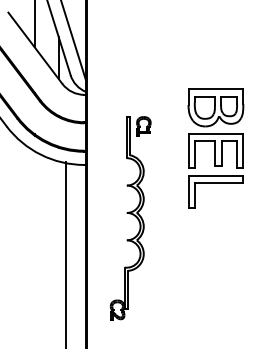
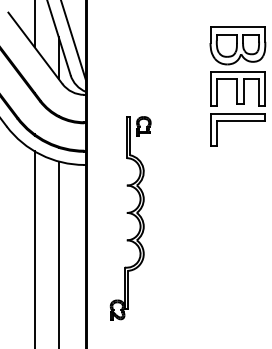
part at (215, 148) position: (215, 148) -> (237, 86)
line at (34, 248): none -> present
line at (65, 253) position: (65, 253) -> (58, 253)
